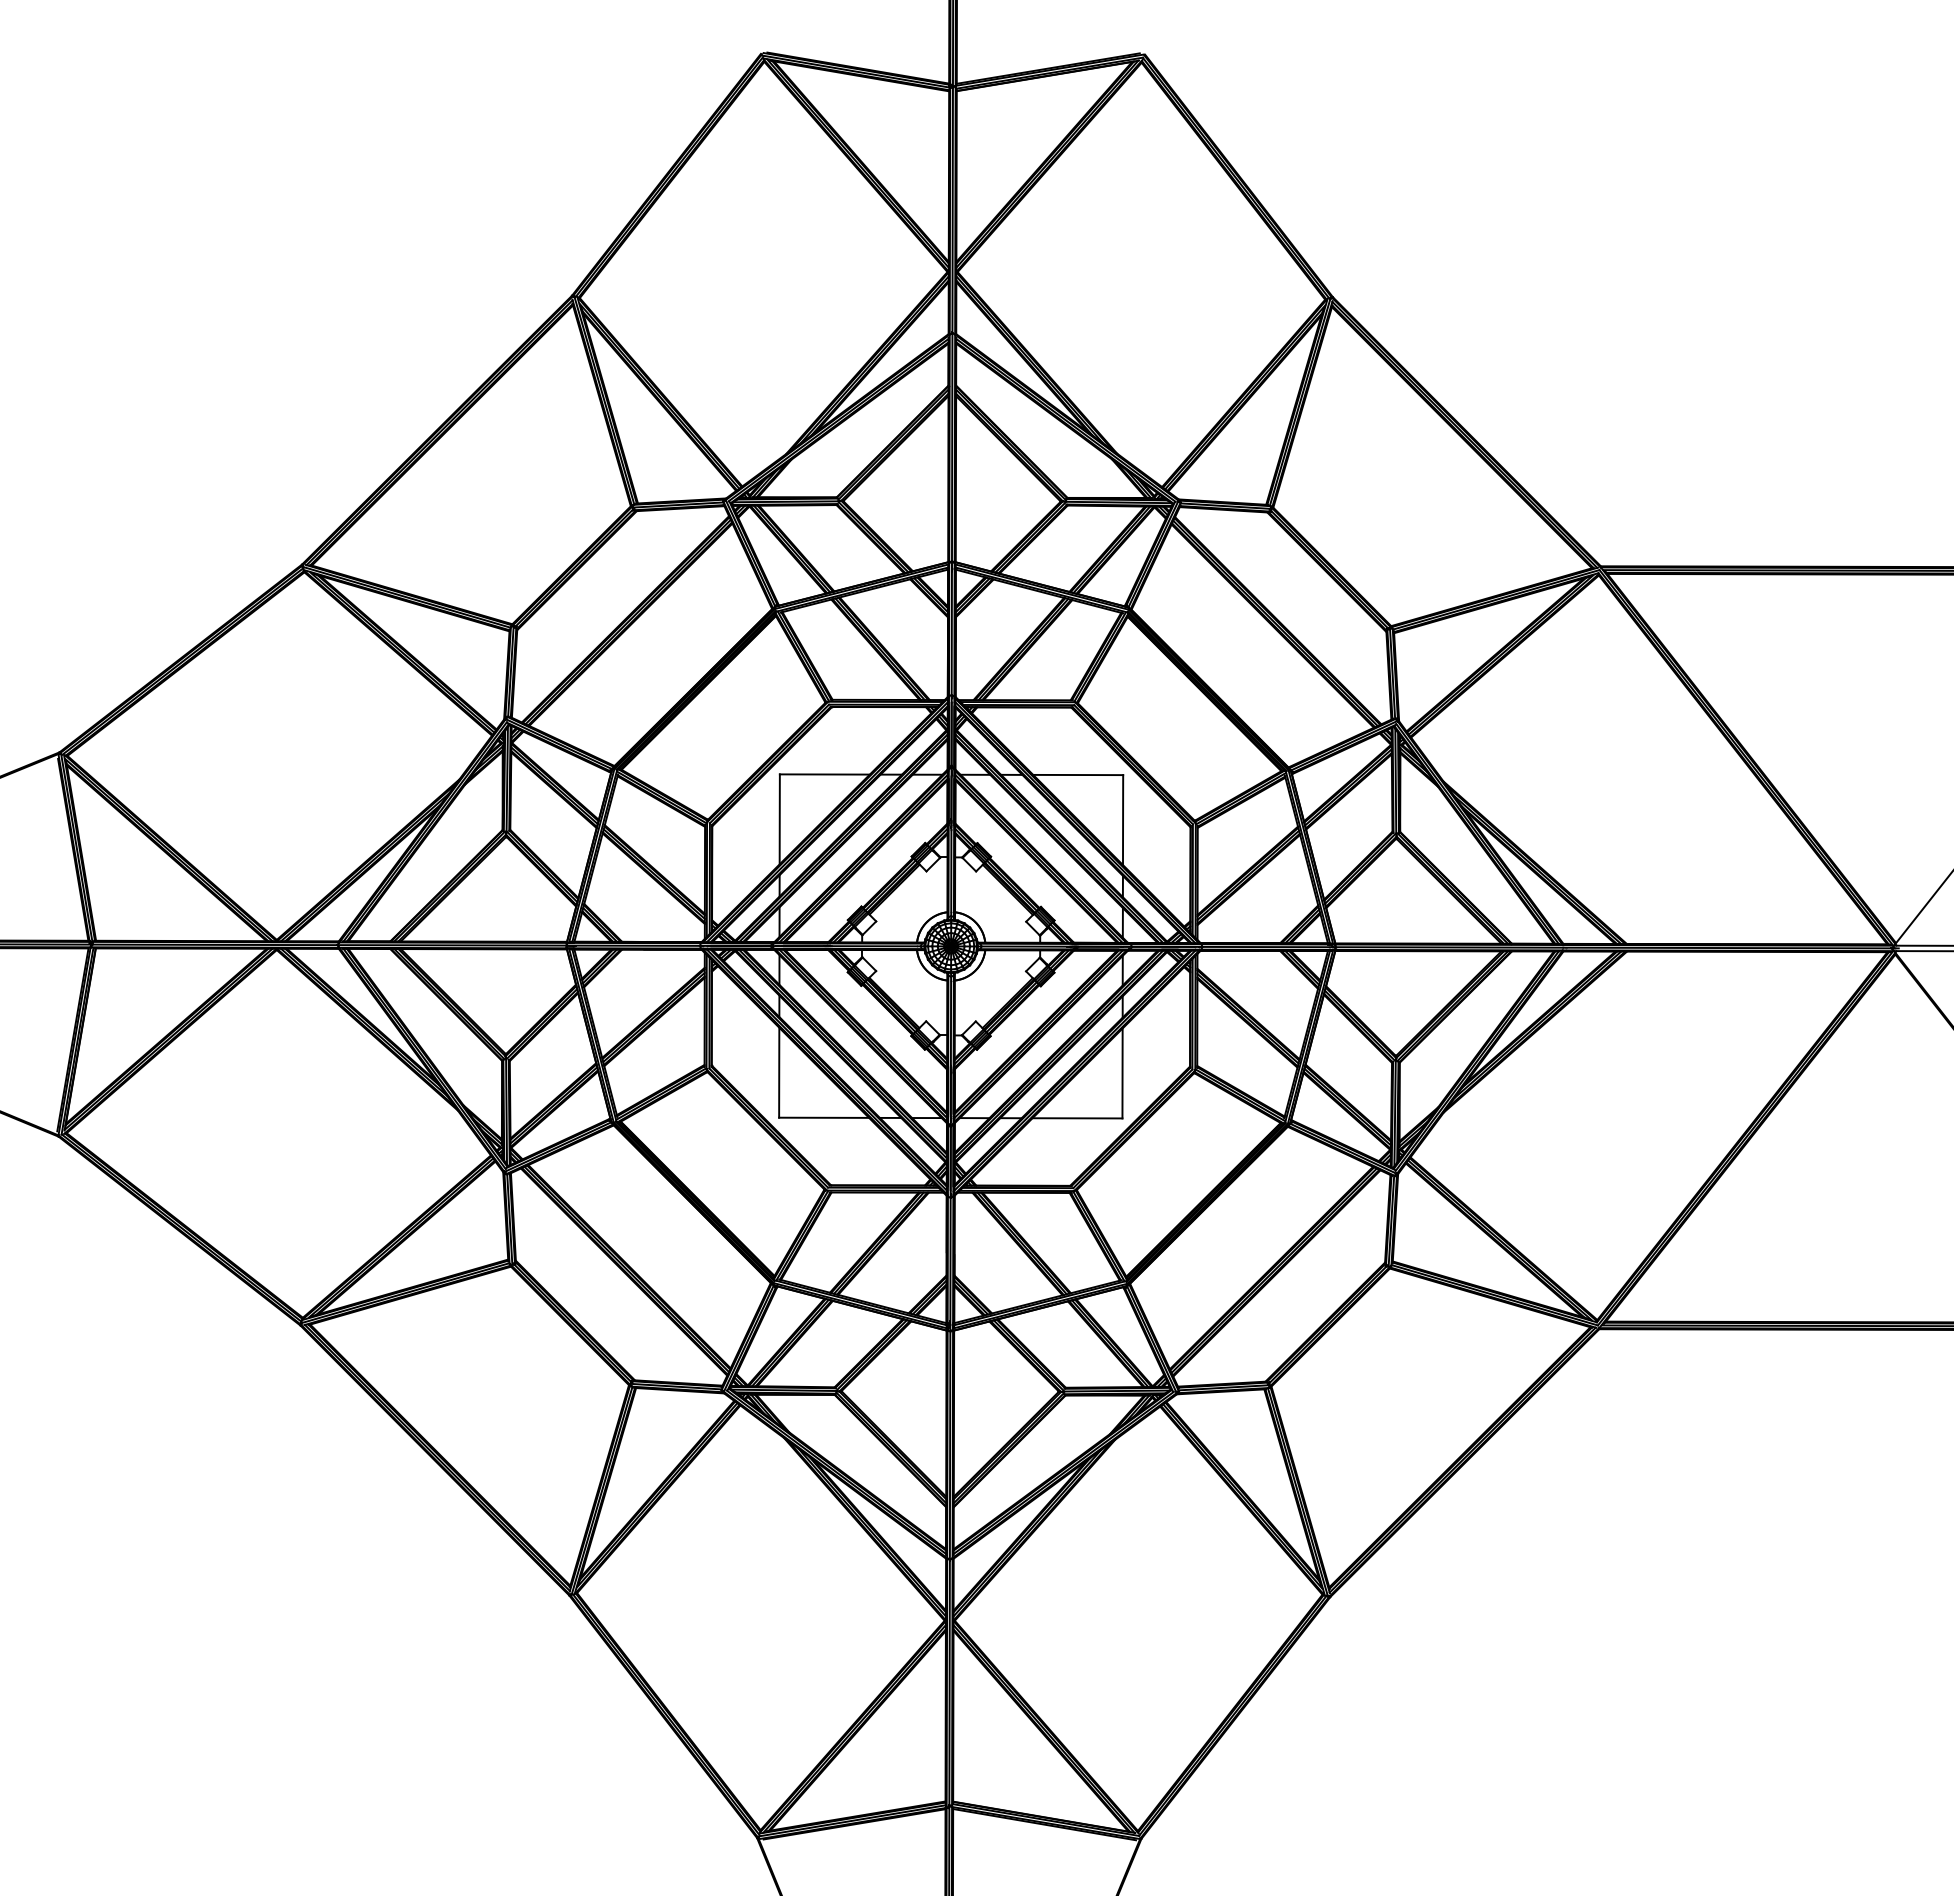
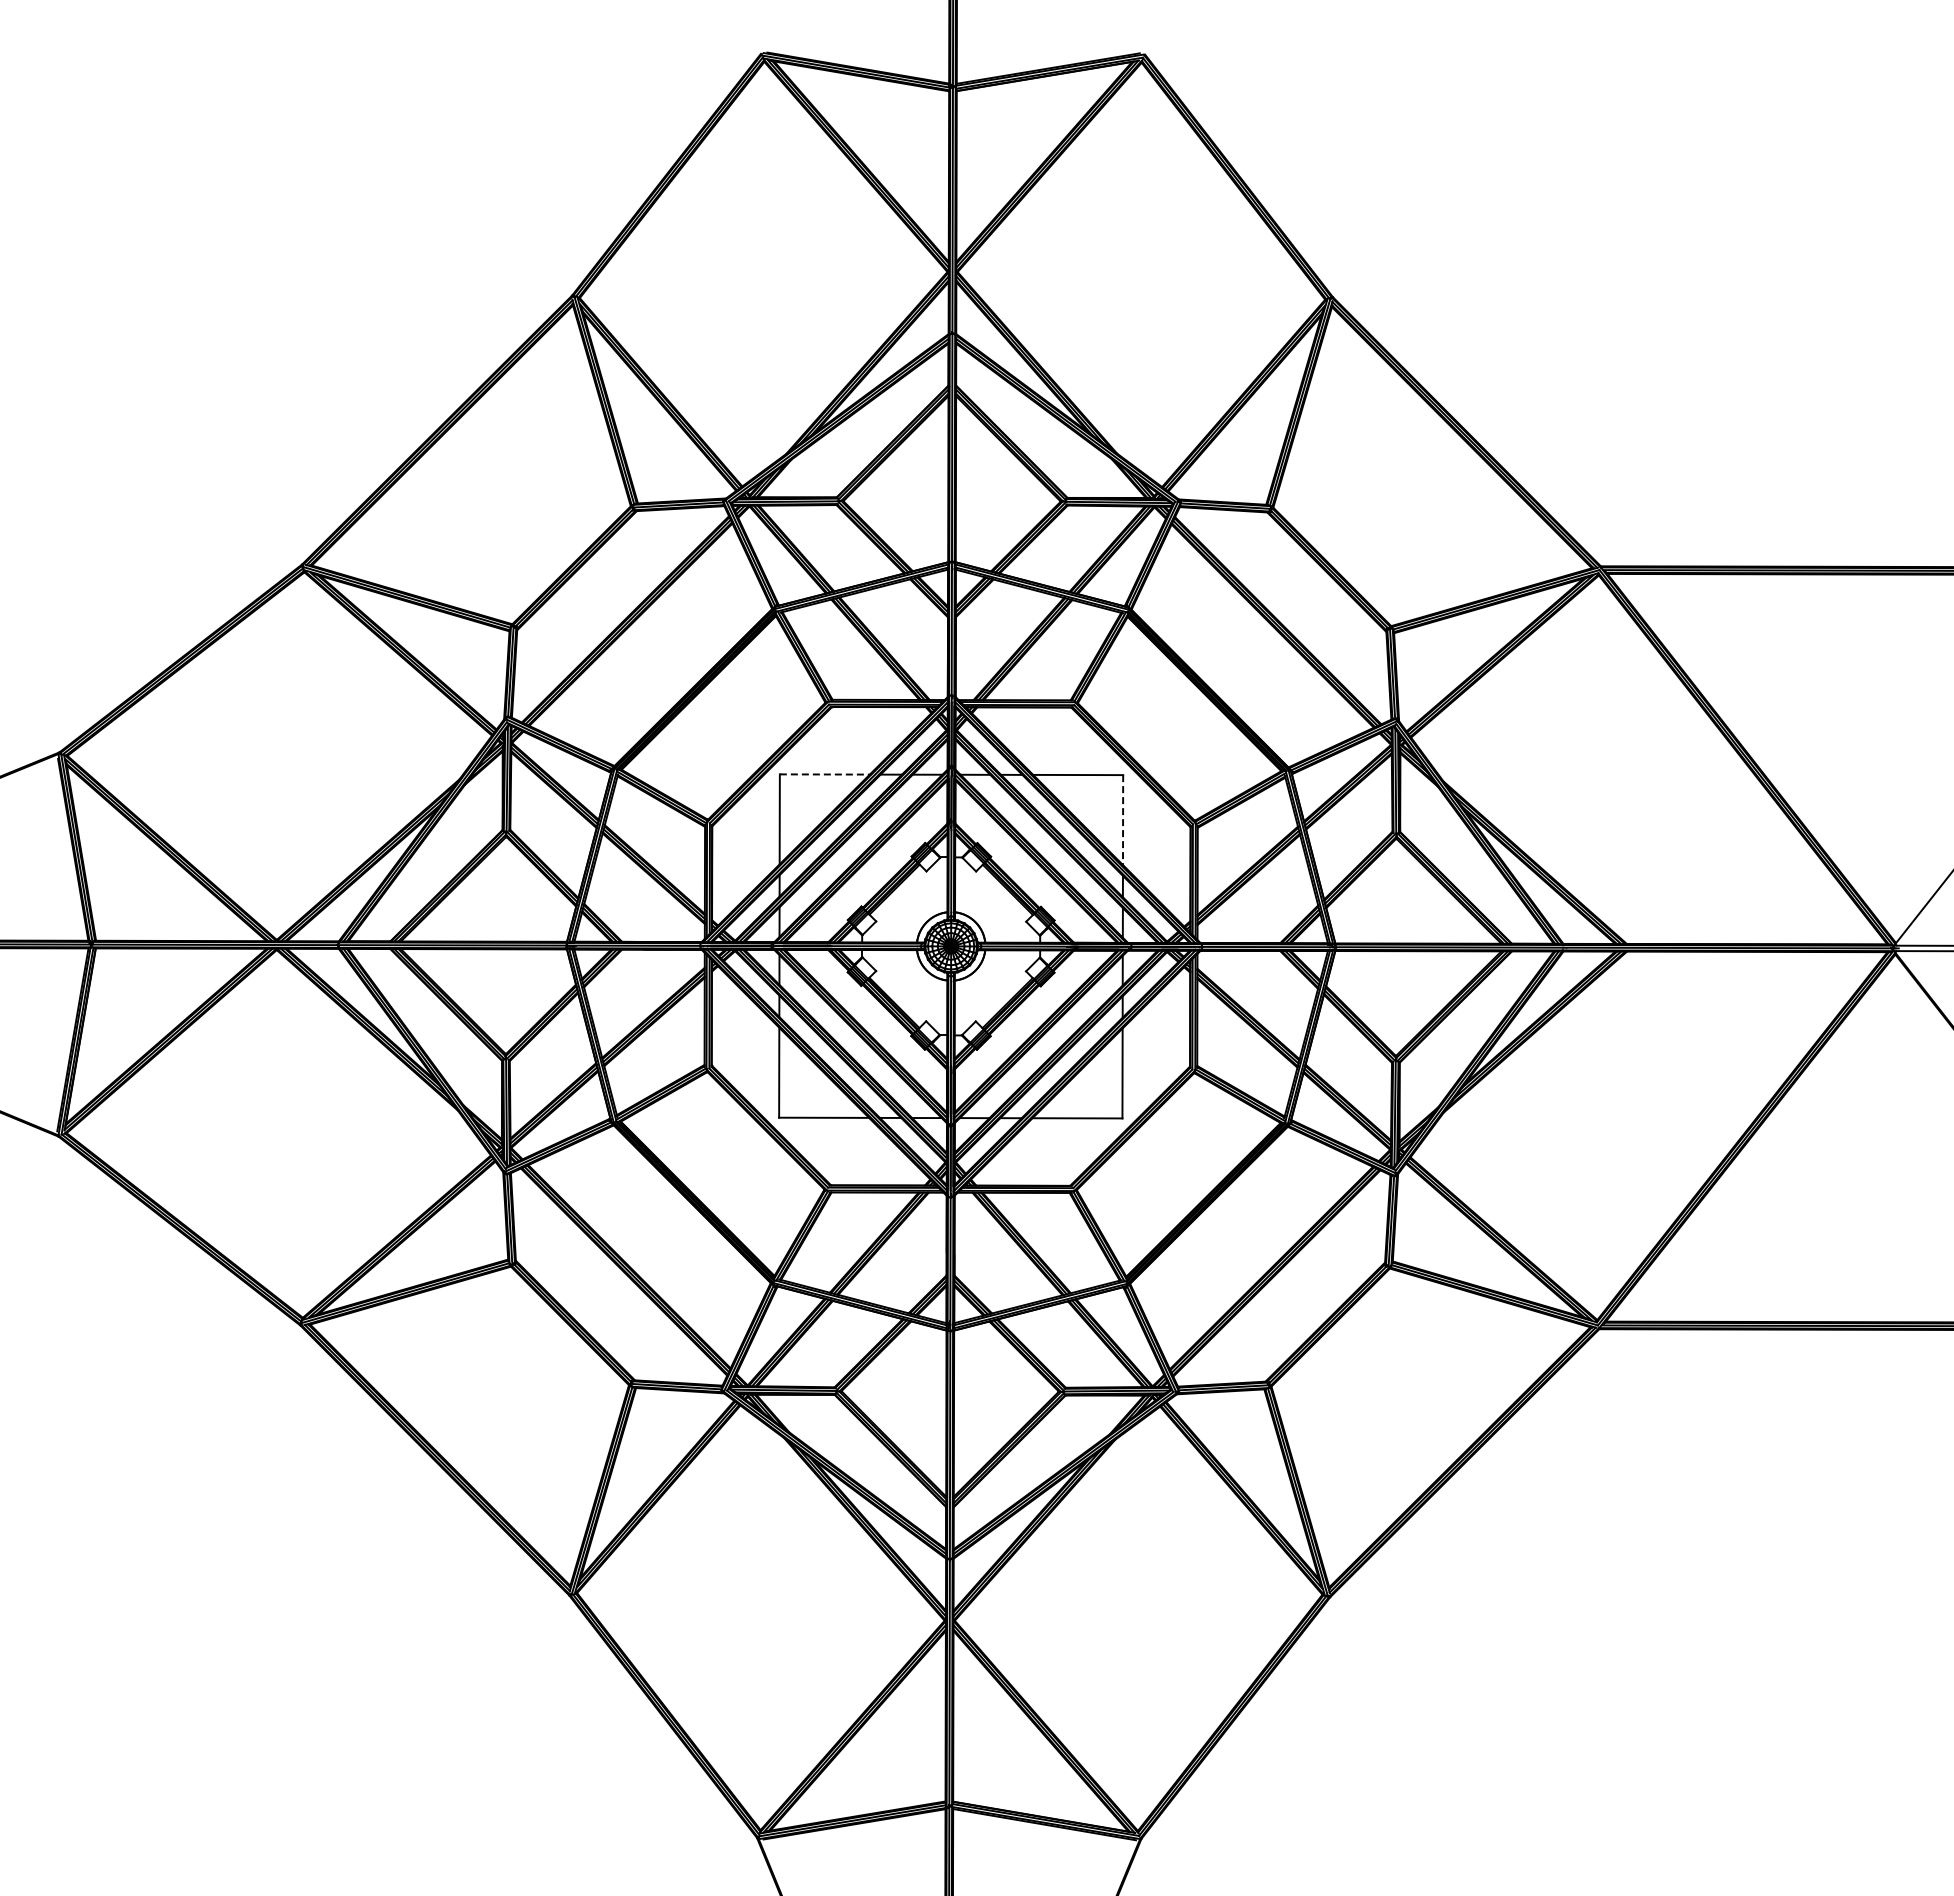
line at (824, 774): solid -> dashed
line at (1123, 820): solid -> dashed
